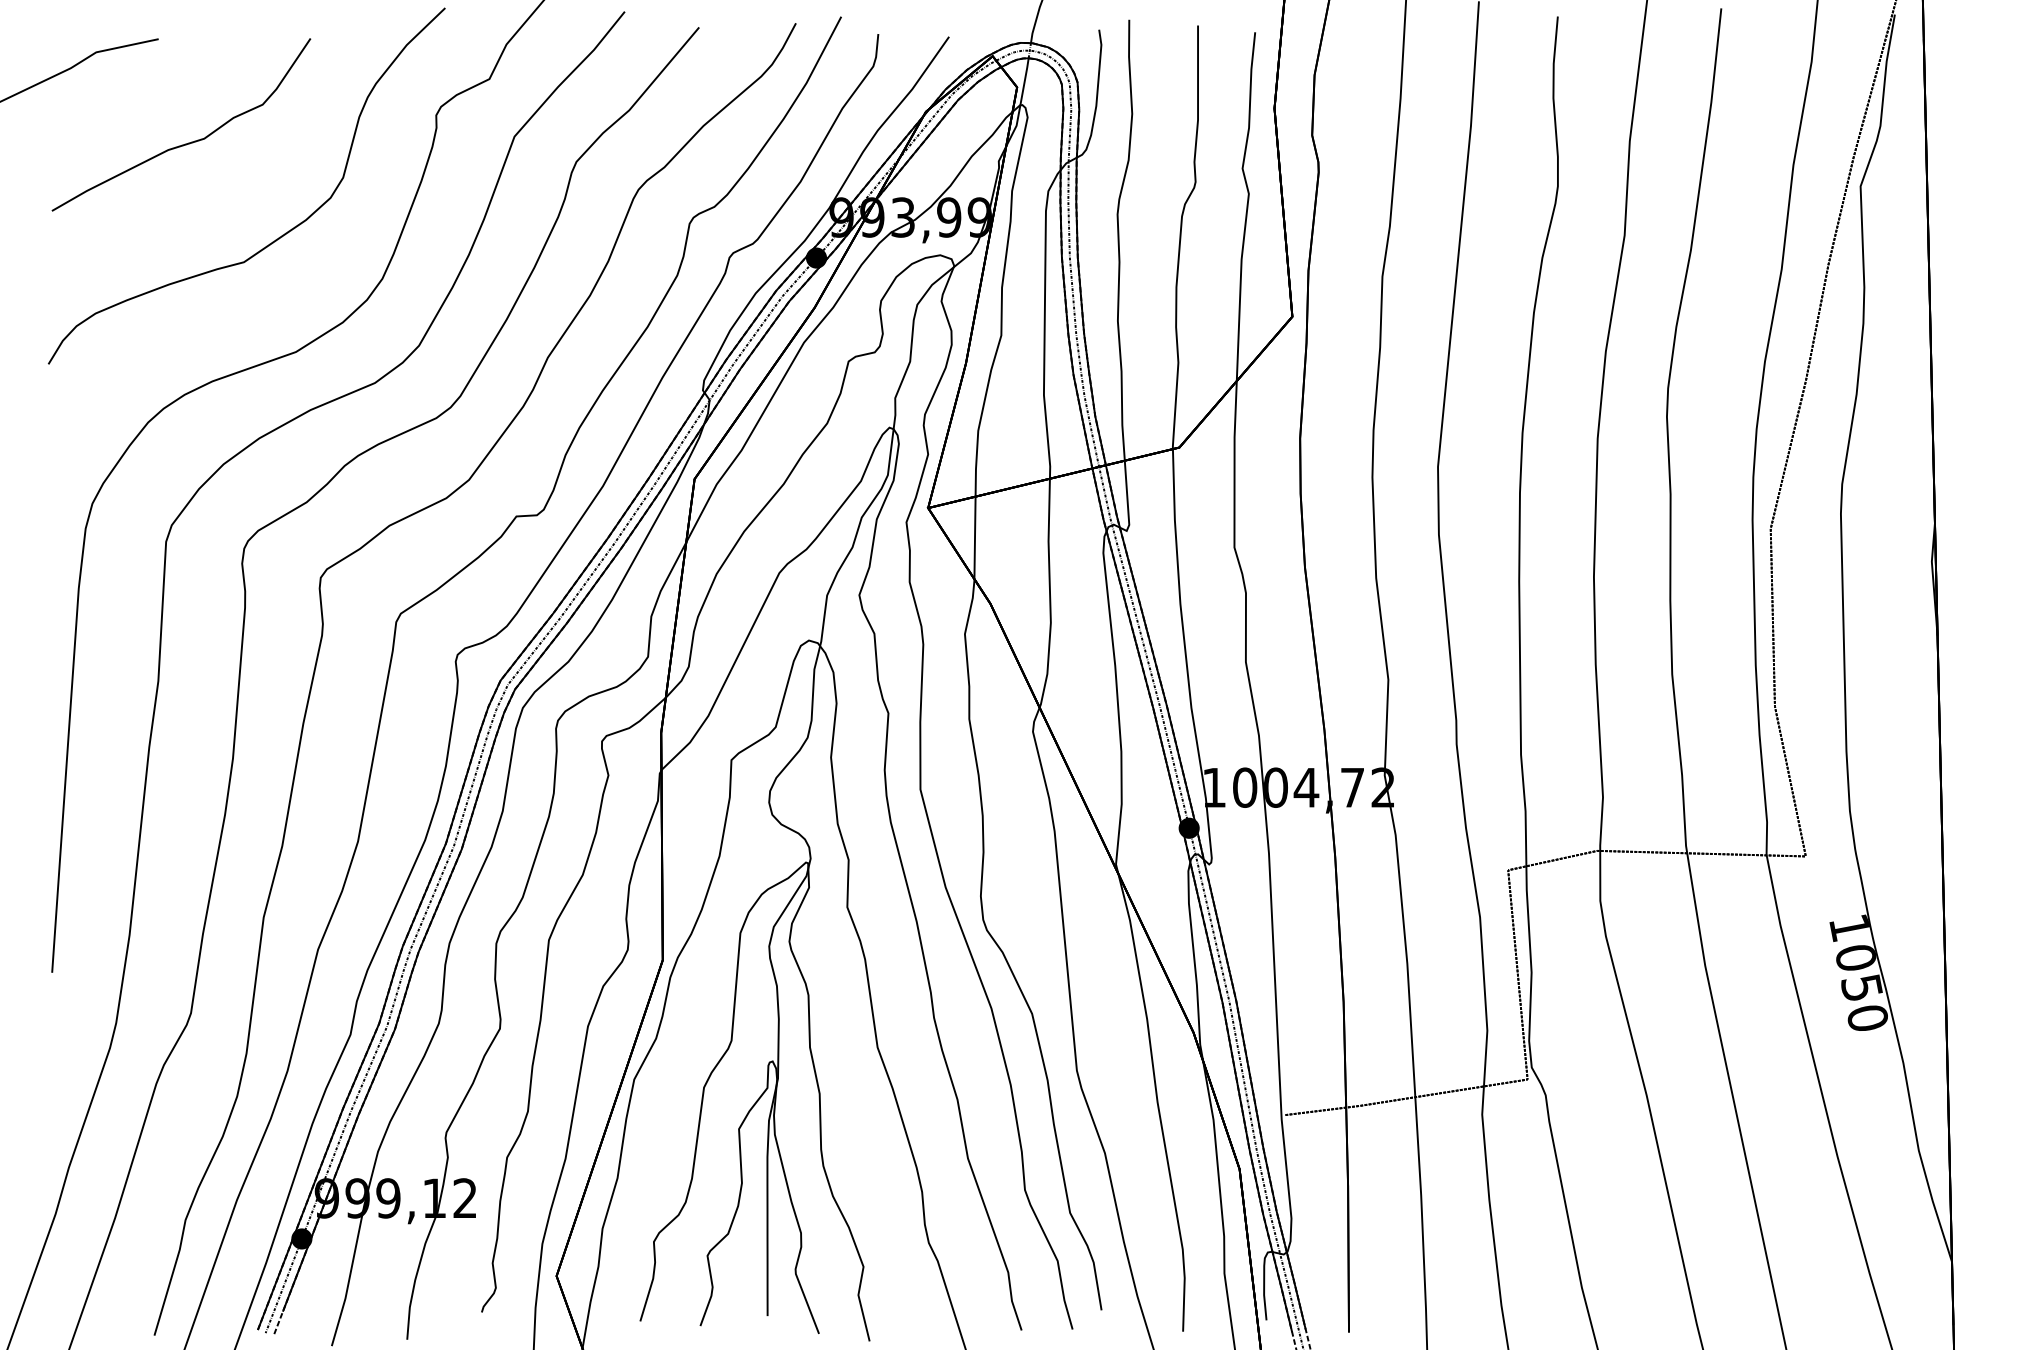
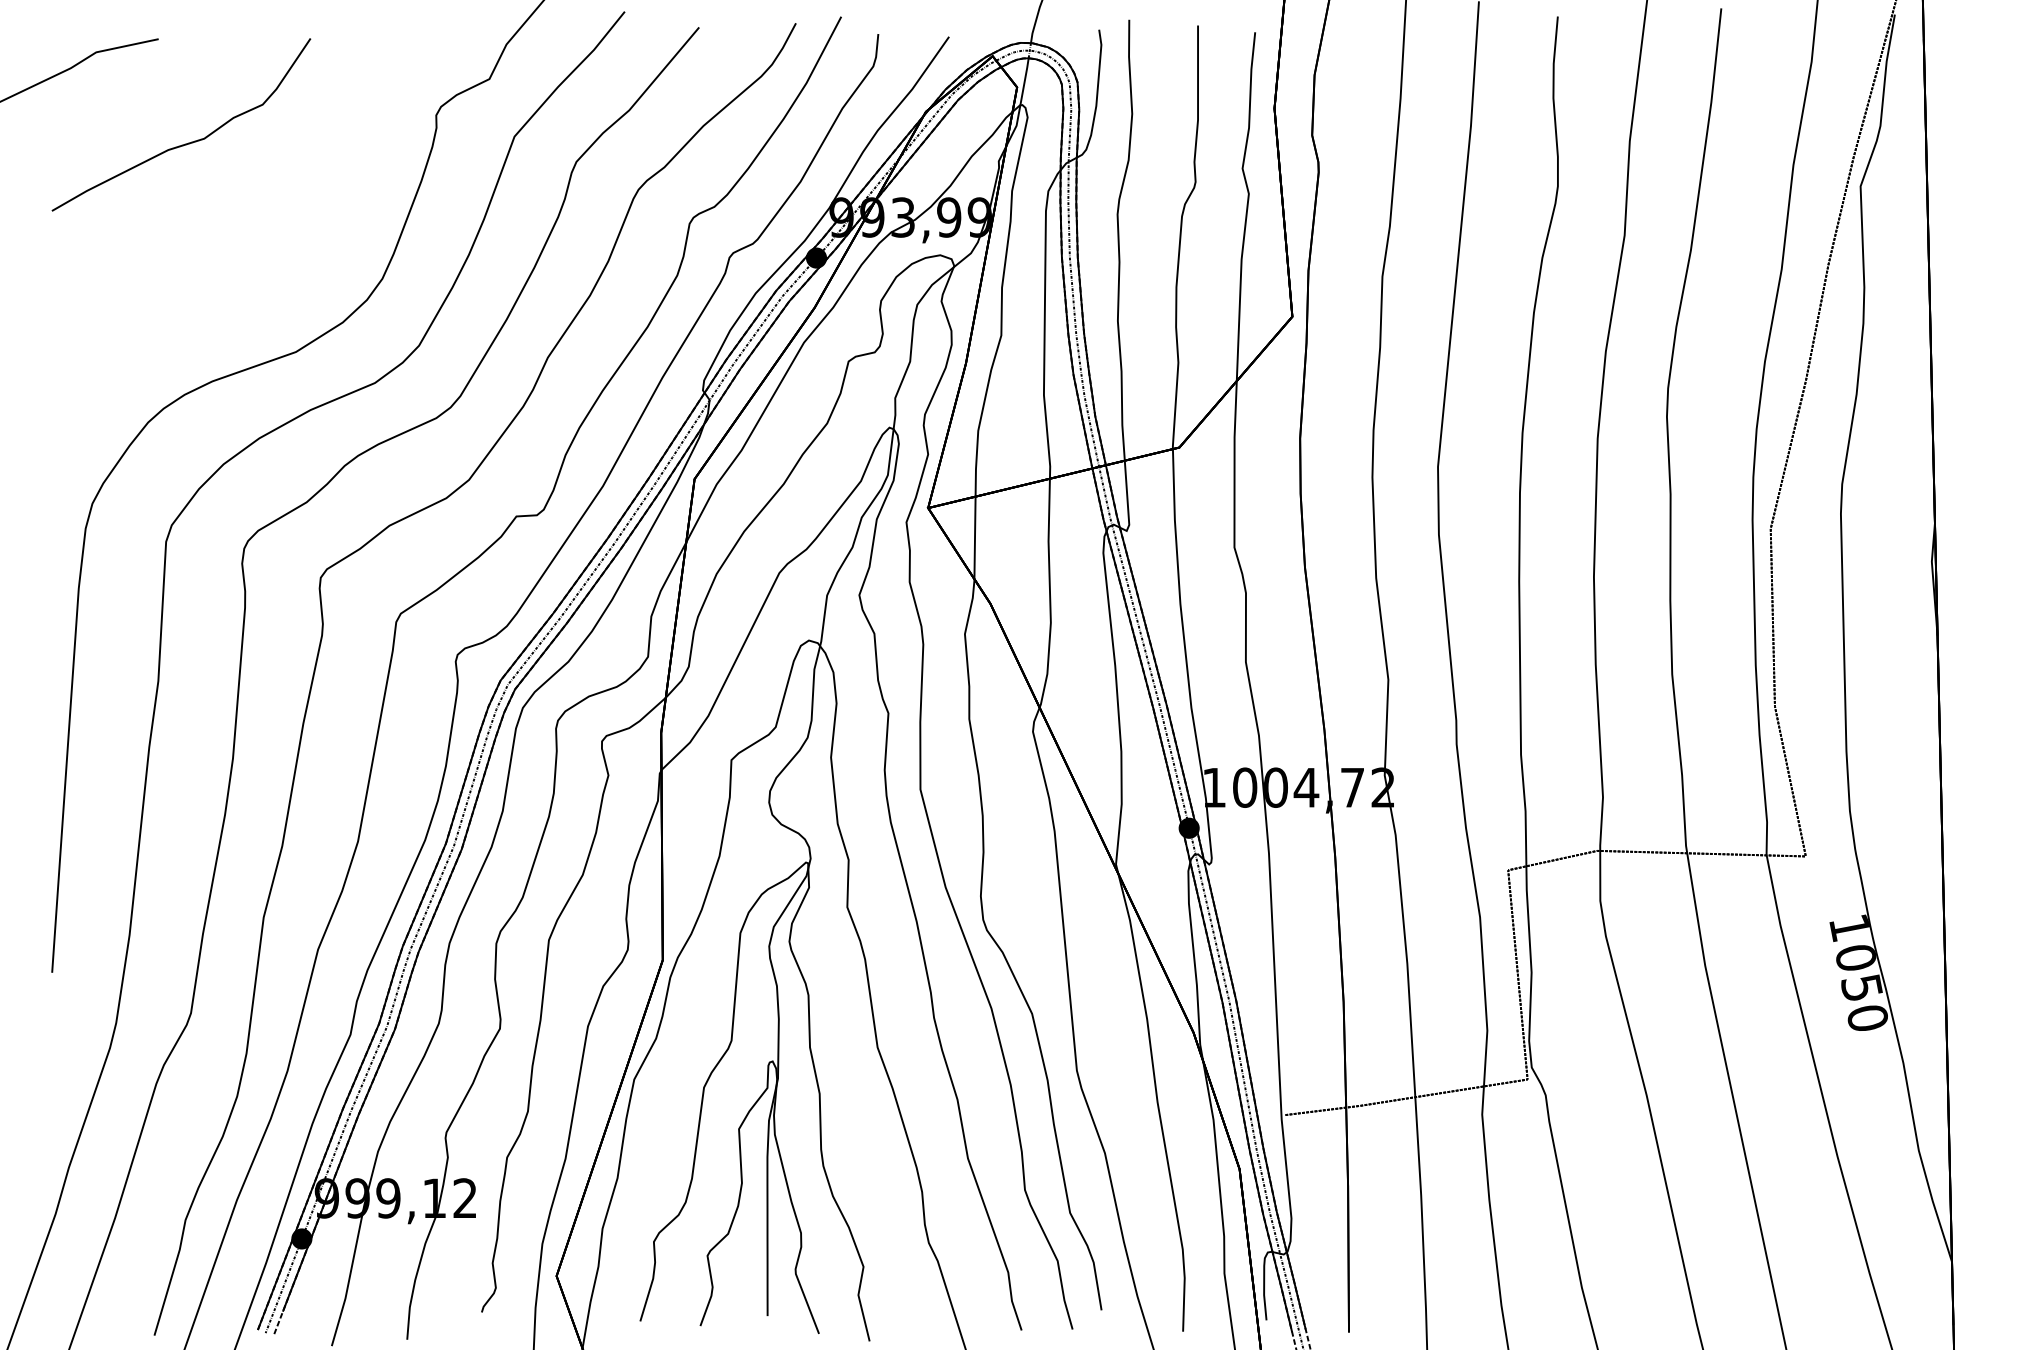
curve at (282, 234): present -> none
